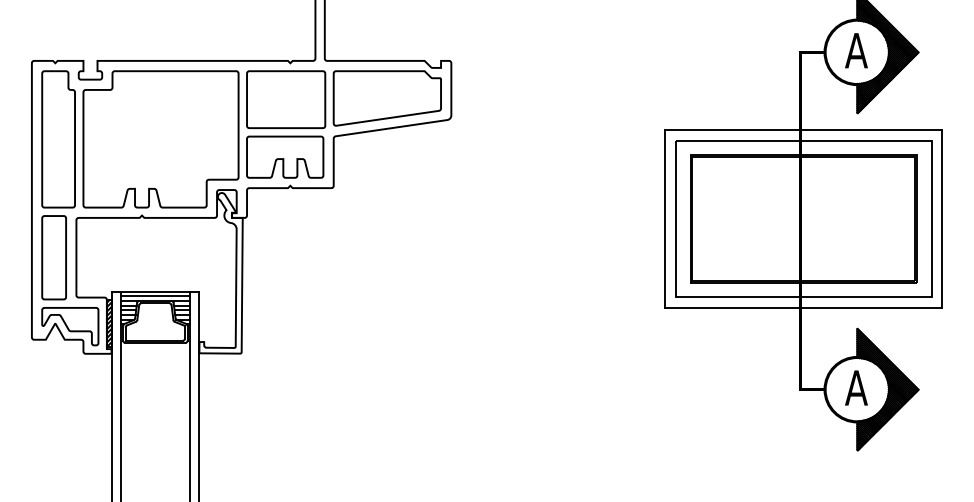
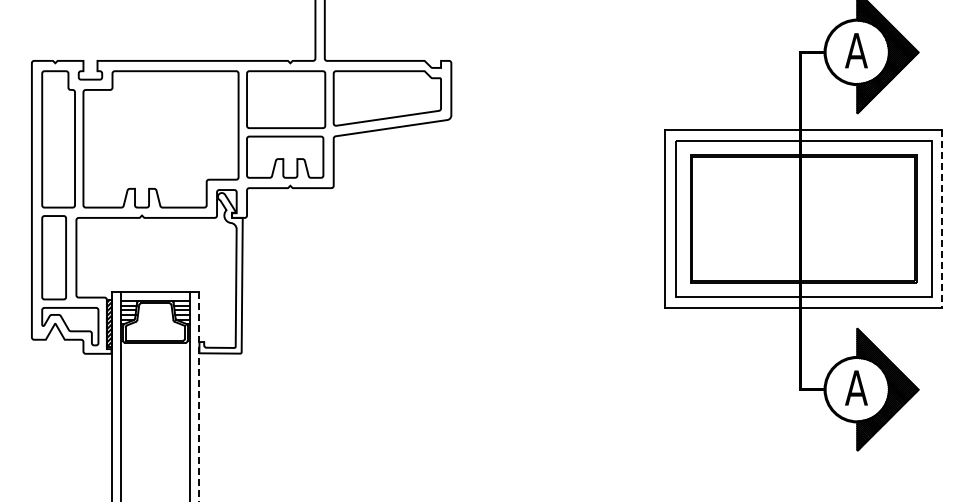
line at (942, 218): solid -> dashed
line at (154, 296): present -> none
line at (199, 396): solid -> dashed
